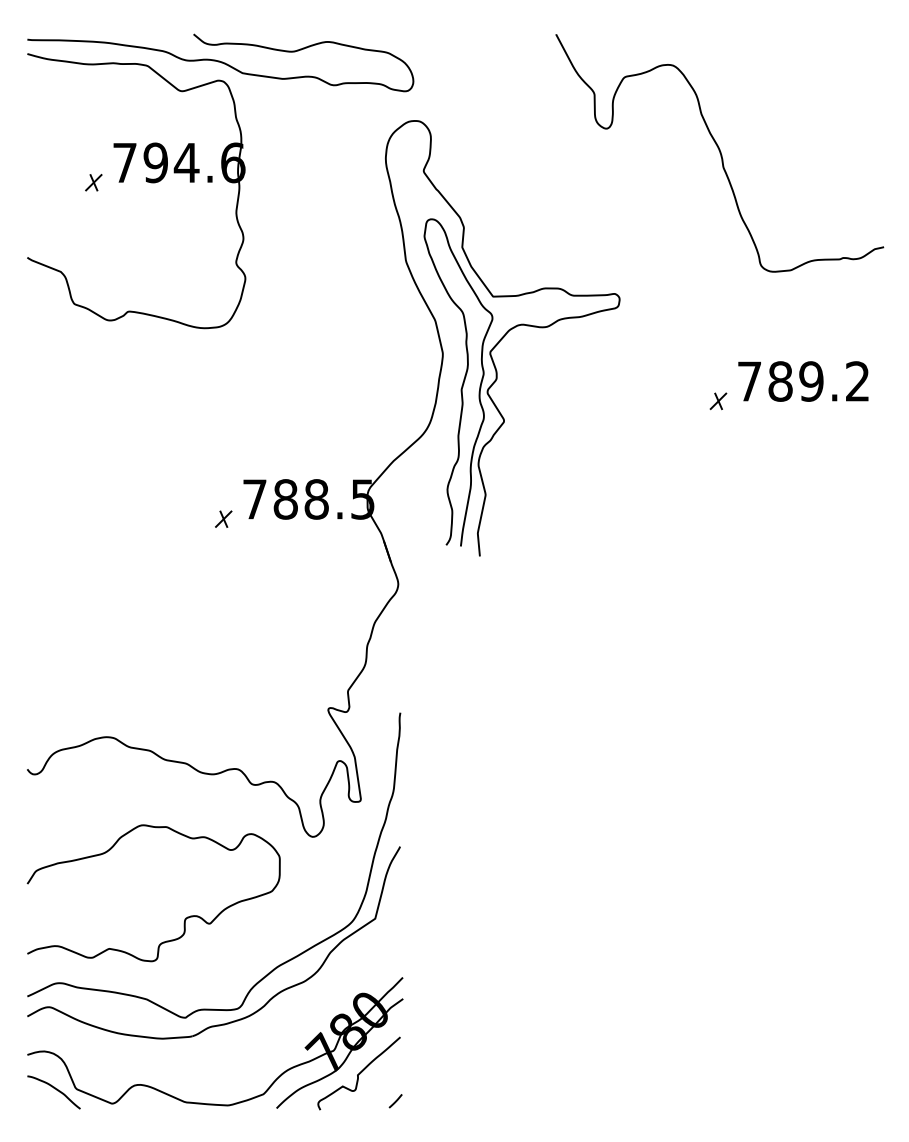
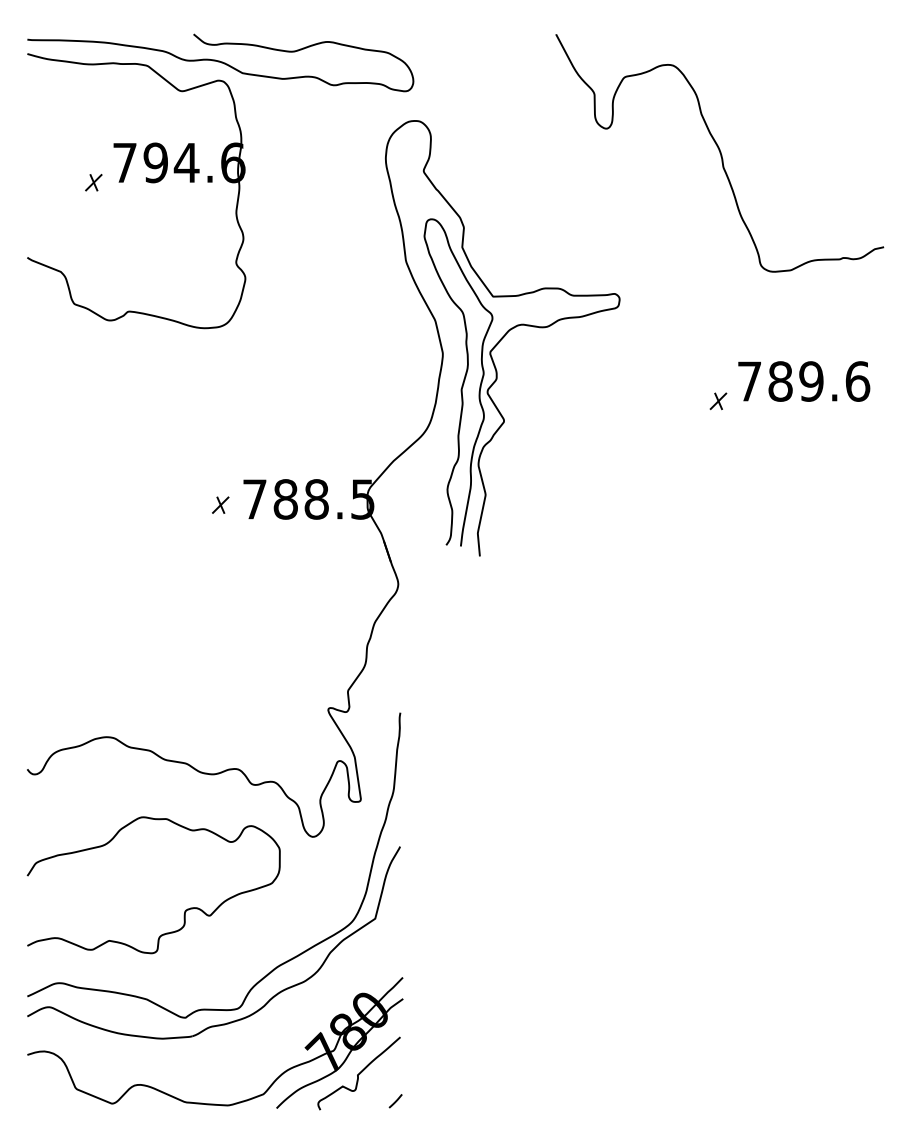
text at (857, 381): 789.2 -> 789.6
part at (223, 518) position: (223, 518) -> (220, 504)
curve at (185, 917) position: (185, 917) -> (185, 909)
curve at (54, 1089): present -> none
